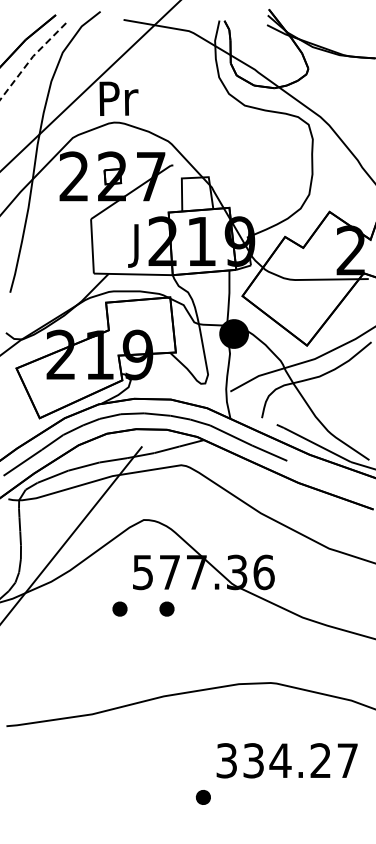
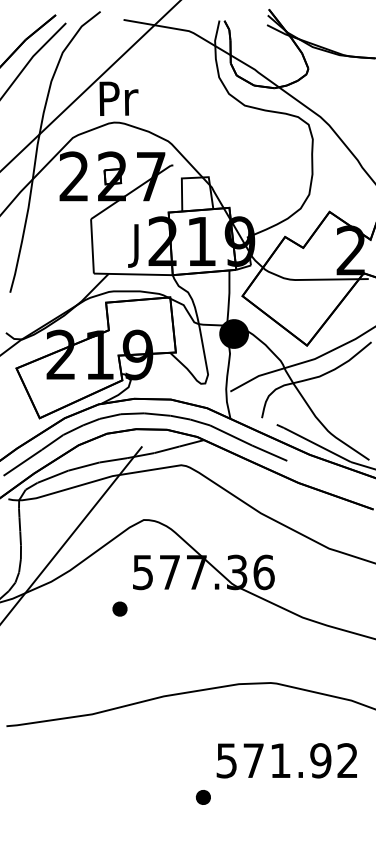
line at (30, 59): dashed -> solid
part at (166, 608): present -> none
text at (287, 760): 334.27 -> 571.92
